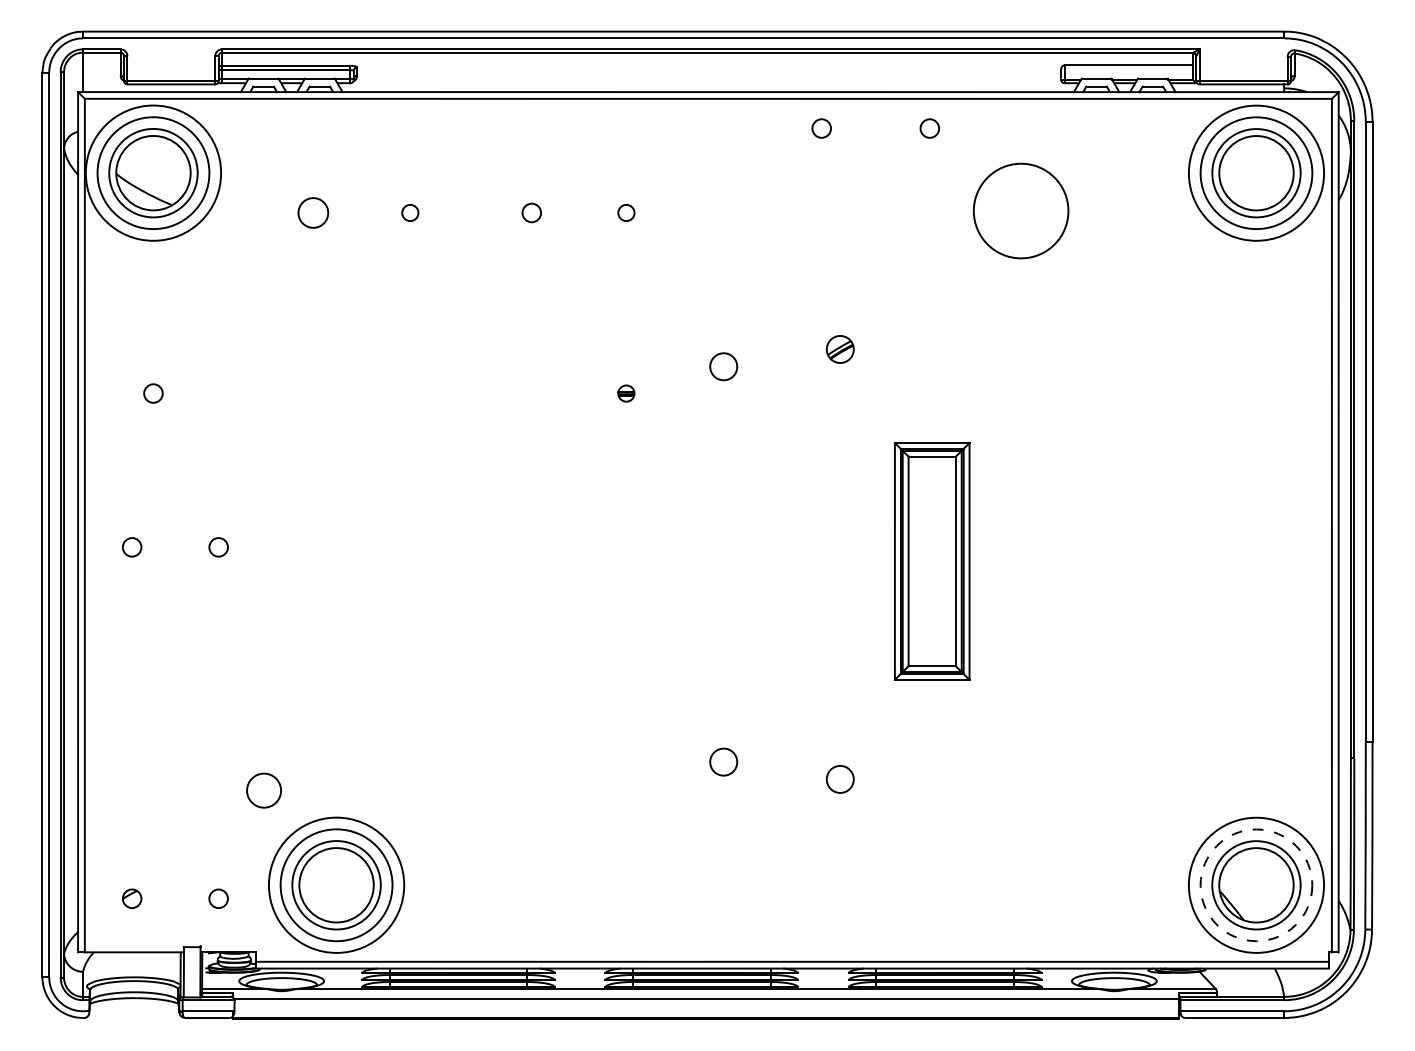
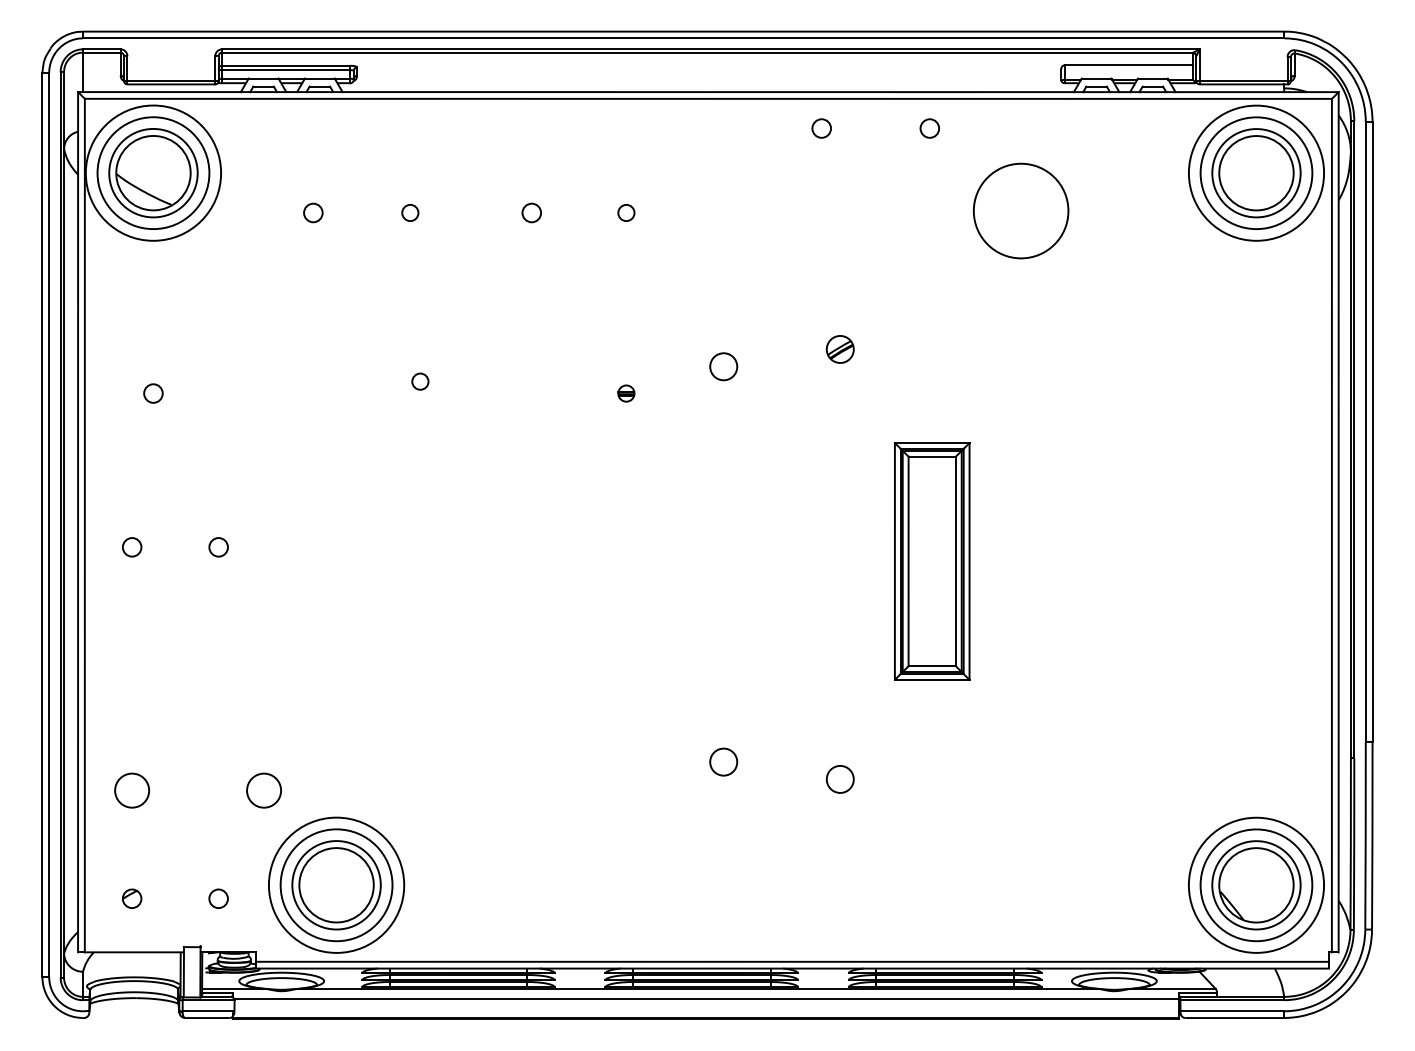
circle at (313, 212) diameter: 30 px -> 19 px
circle at (420, 381): none -> present
circle at (132, 790): none -> present
circle at (1256, 885): dashed -> solid
